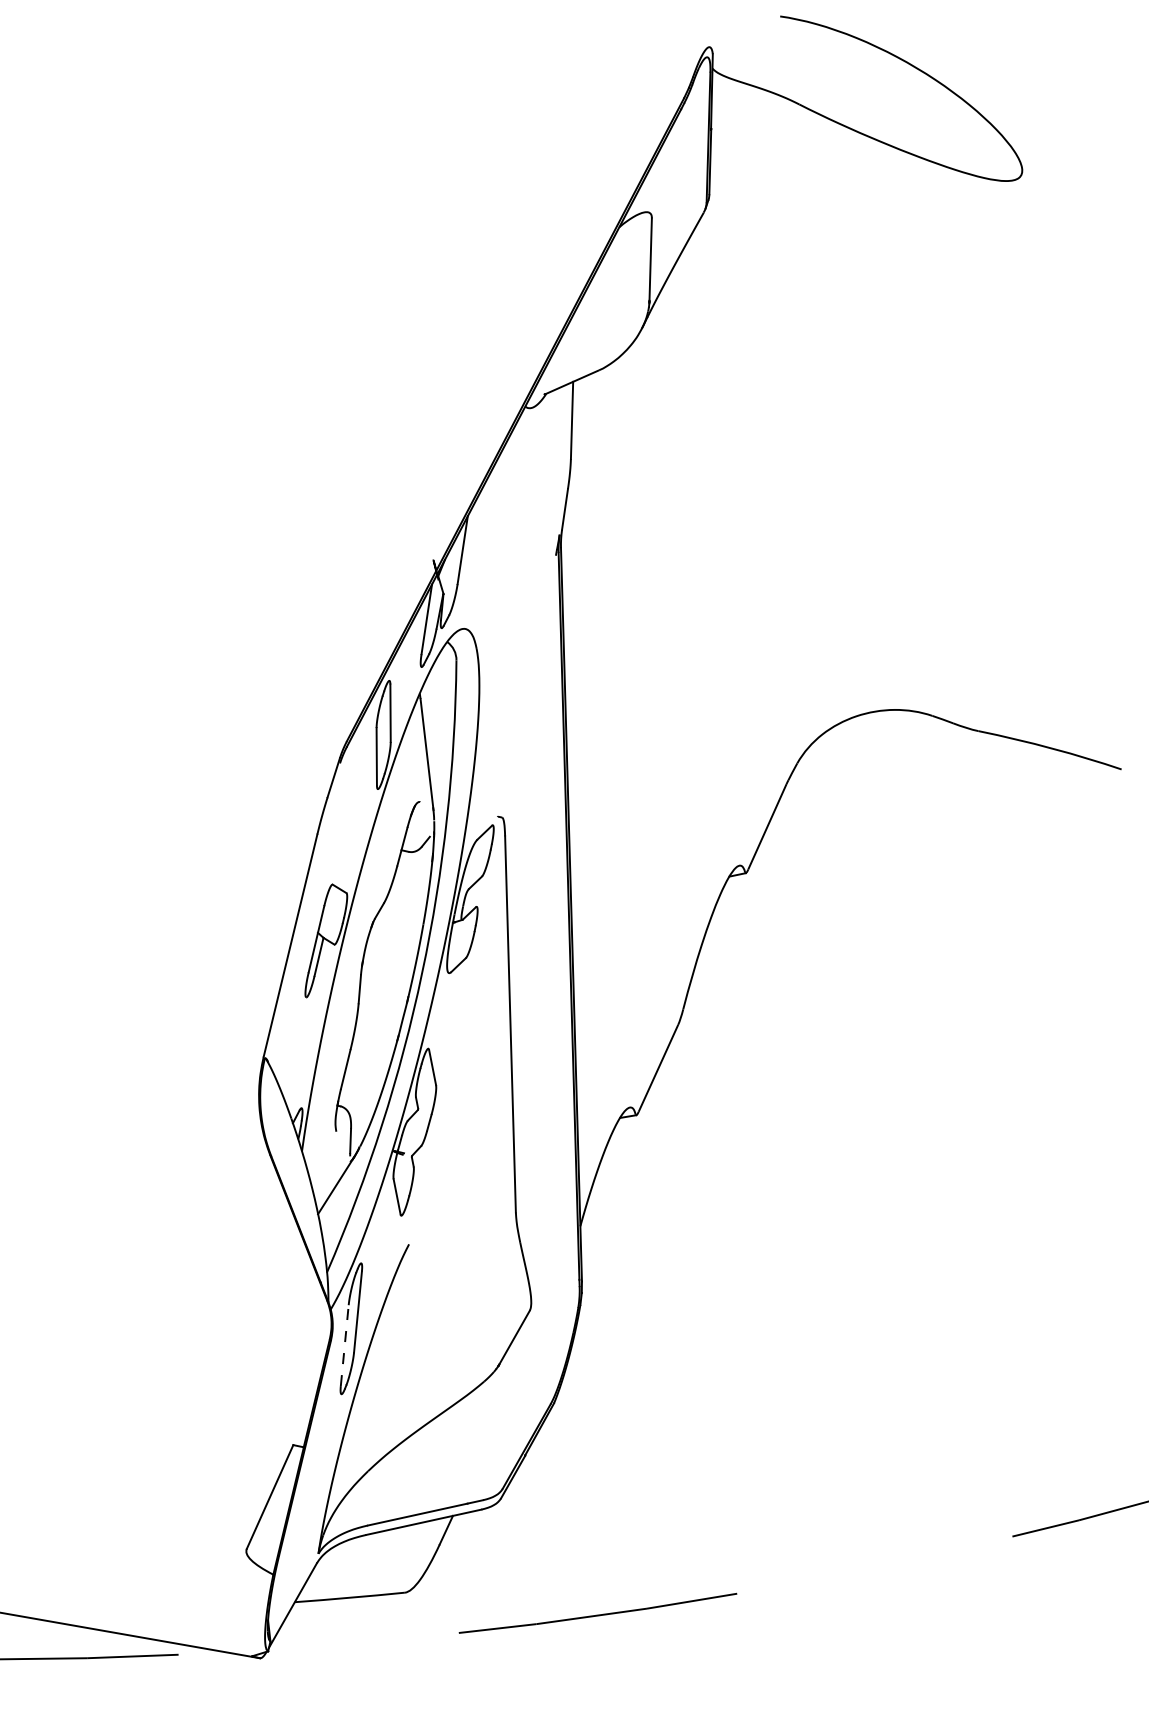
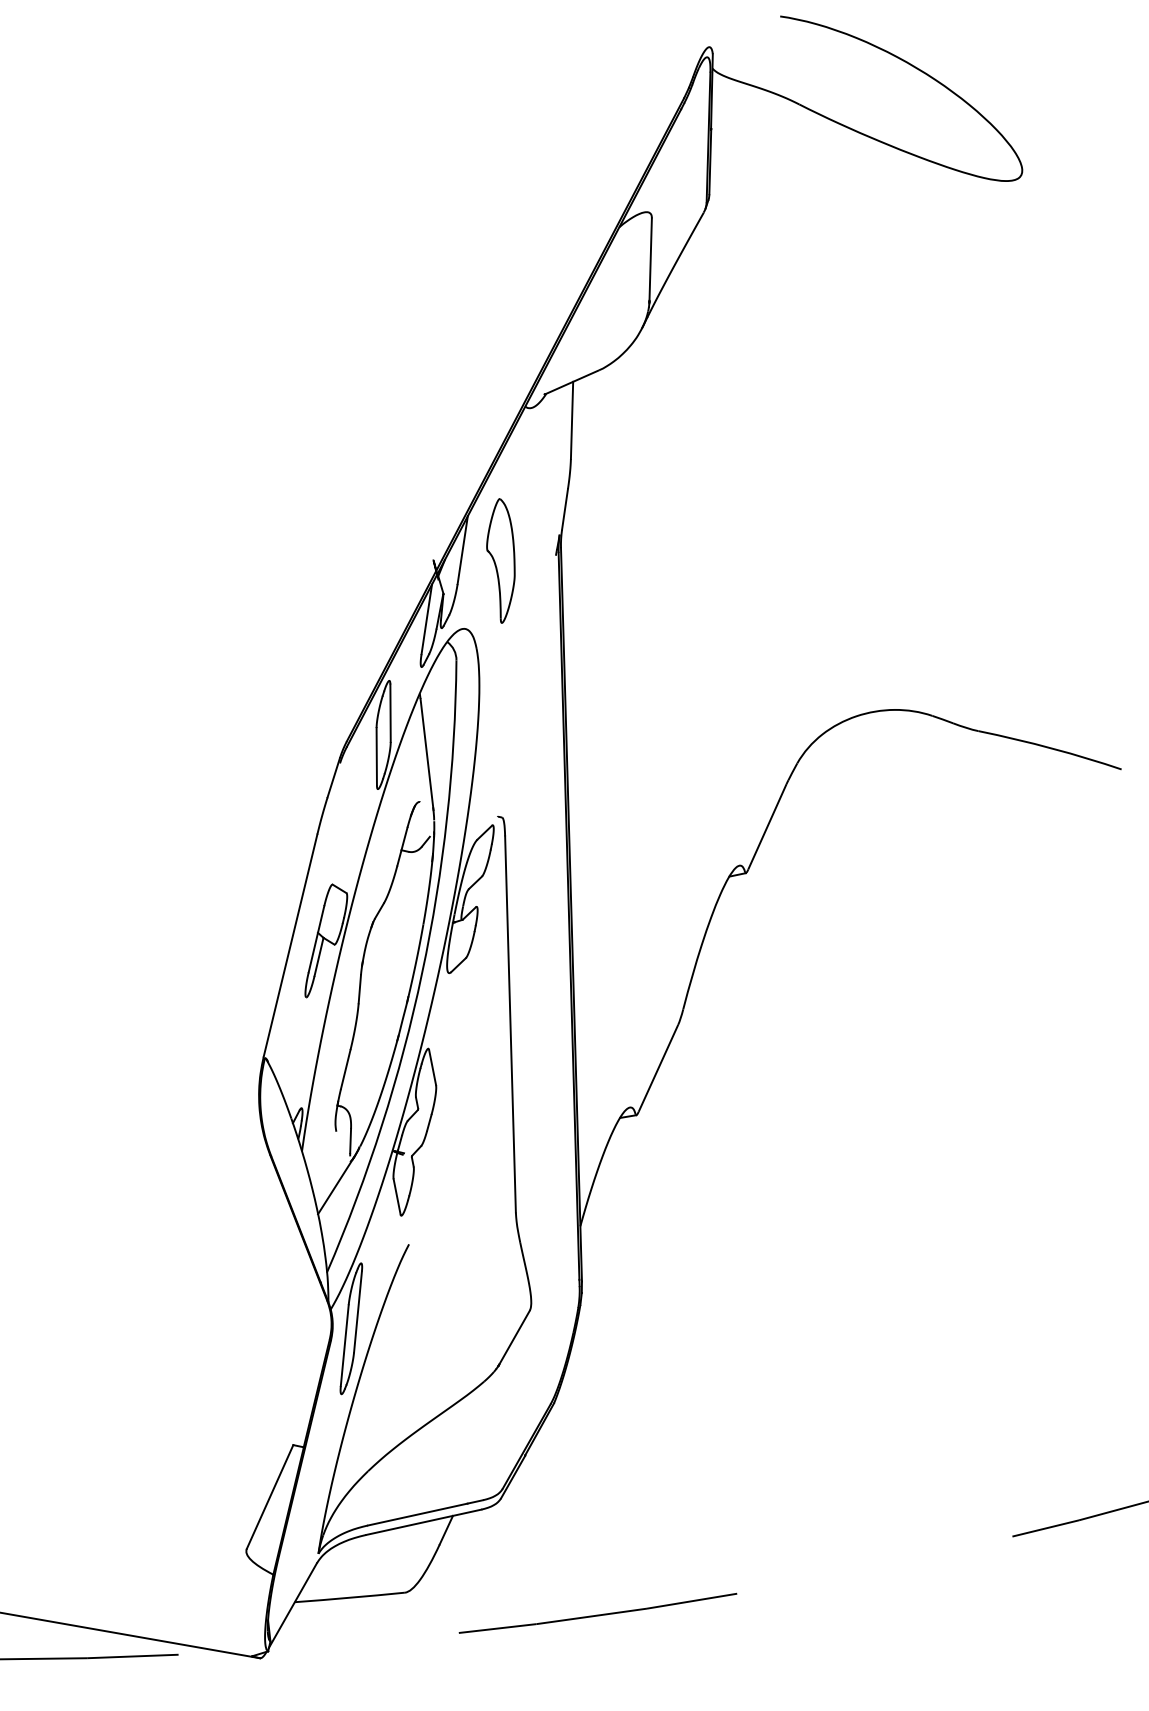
part at (500, 560): none -> present
line at (344, 1345): dashed -> solid
